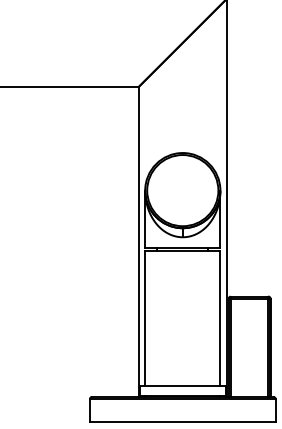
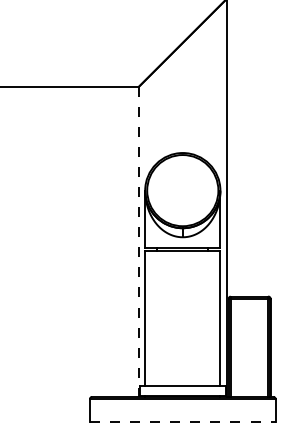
line at (138, 242): solid -> dashed
line at (182, 422): solid -> dashed
